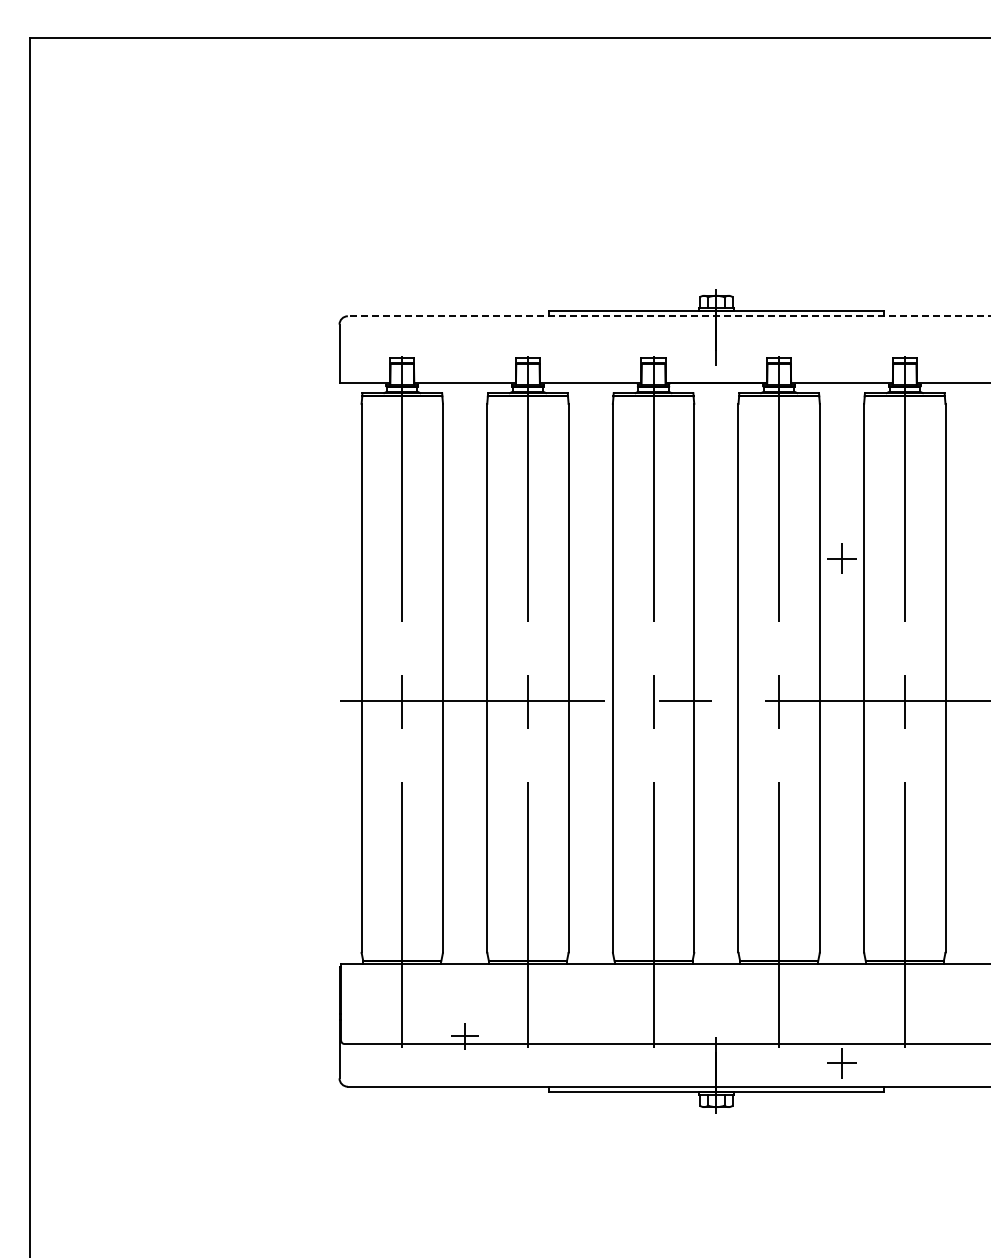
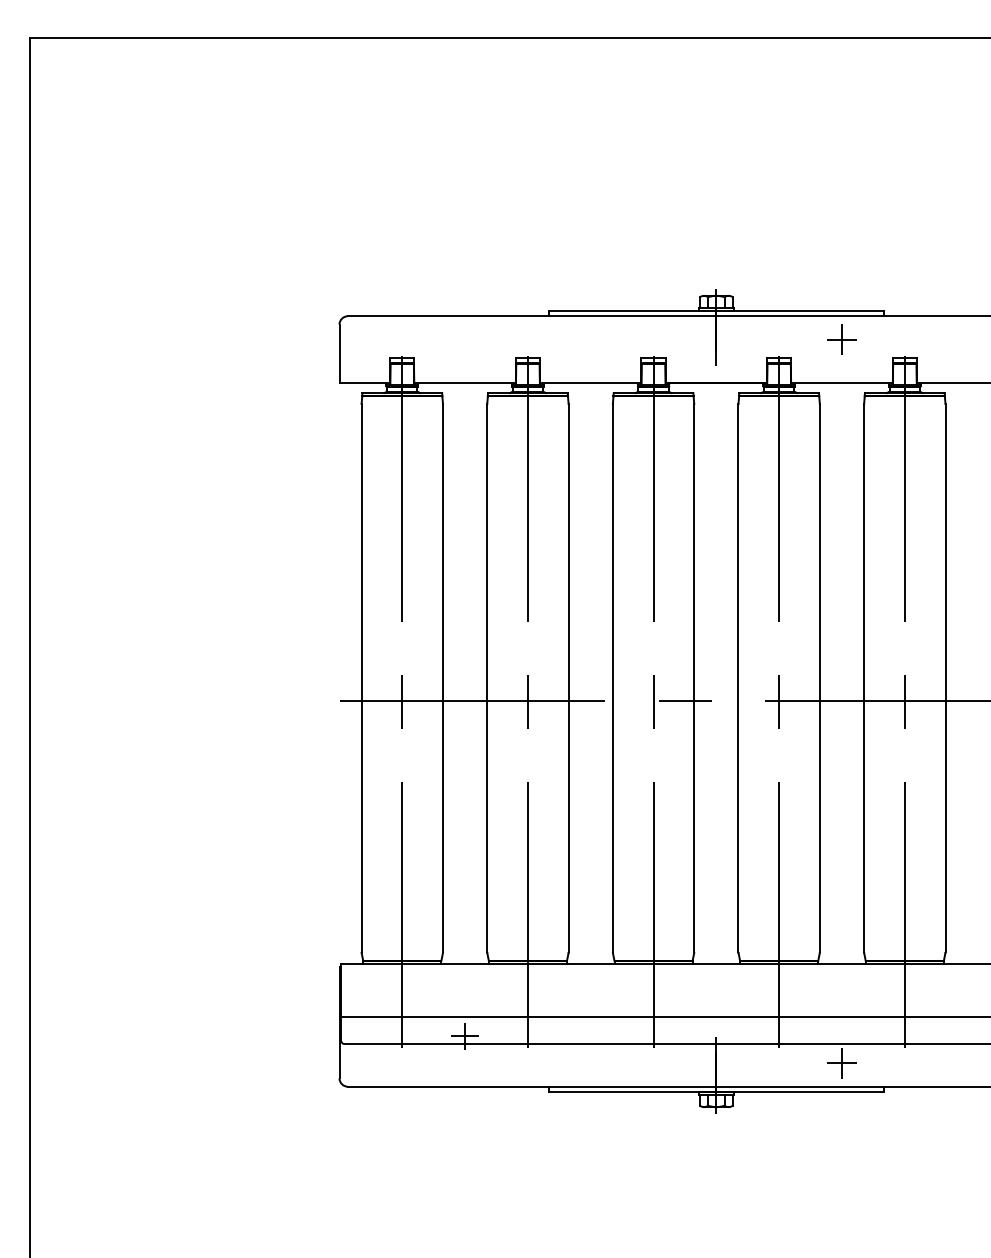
line at (668, 316): dashed -> solid
part at (841, 558) position: (841, 558) -> (841, 339)
line at (664, 1017): none -> present
